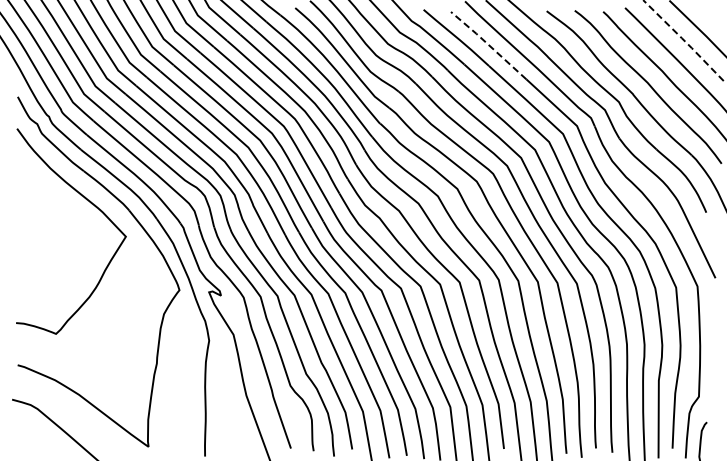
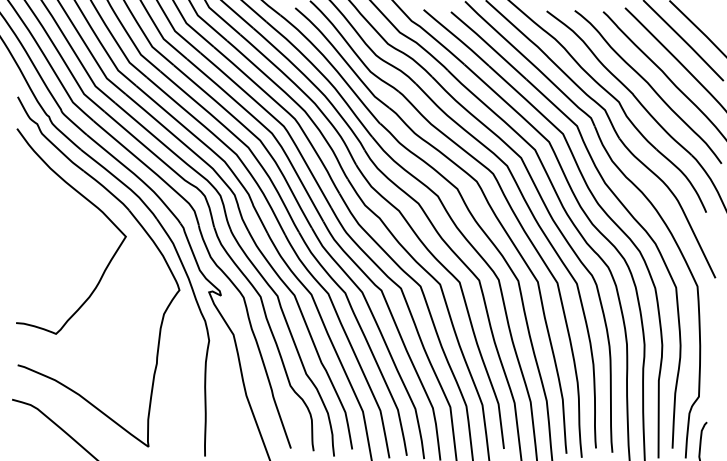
line at (683, 39): dashed -> solid
line at (488, 44): dashed -> solid
